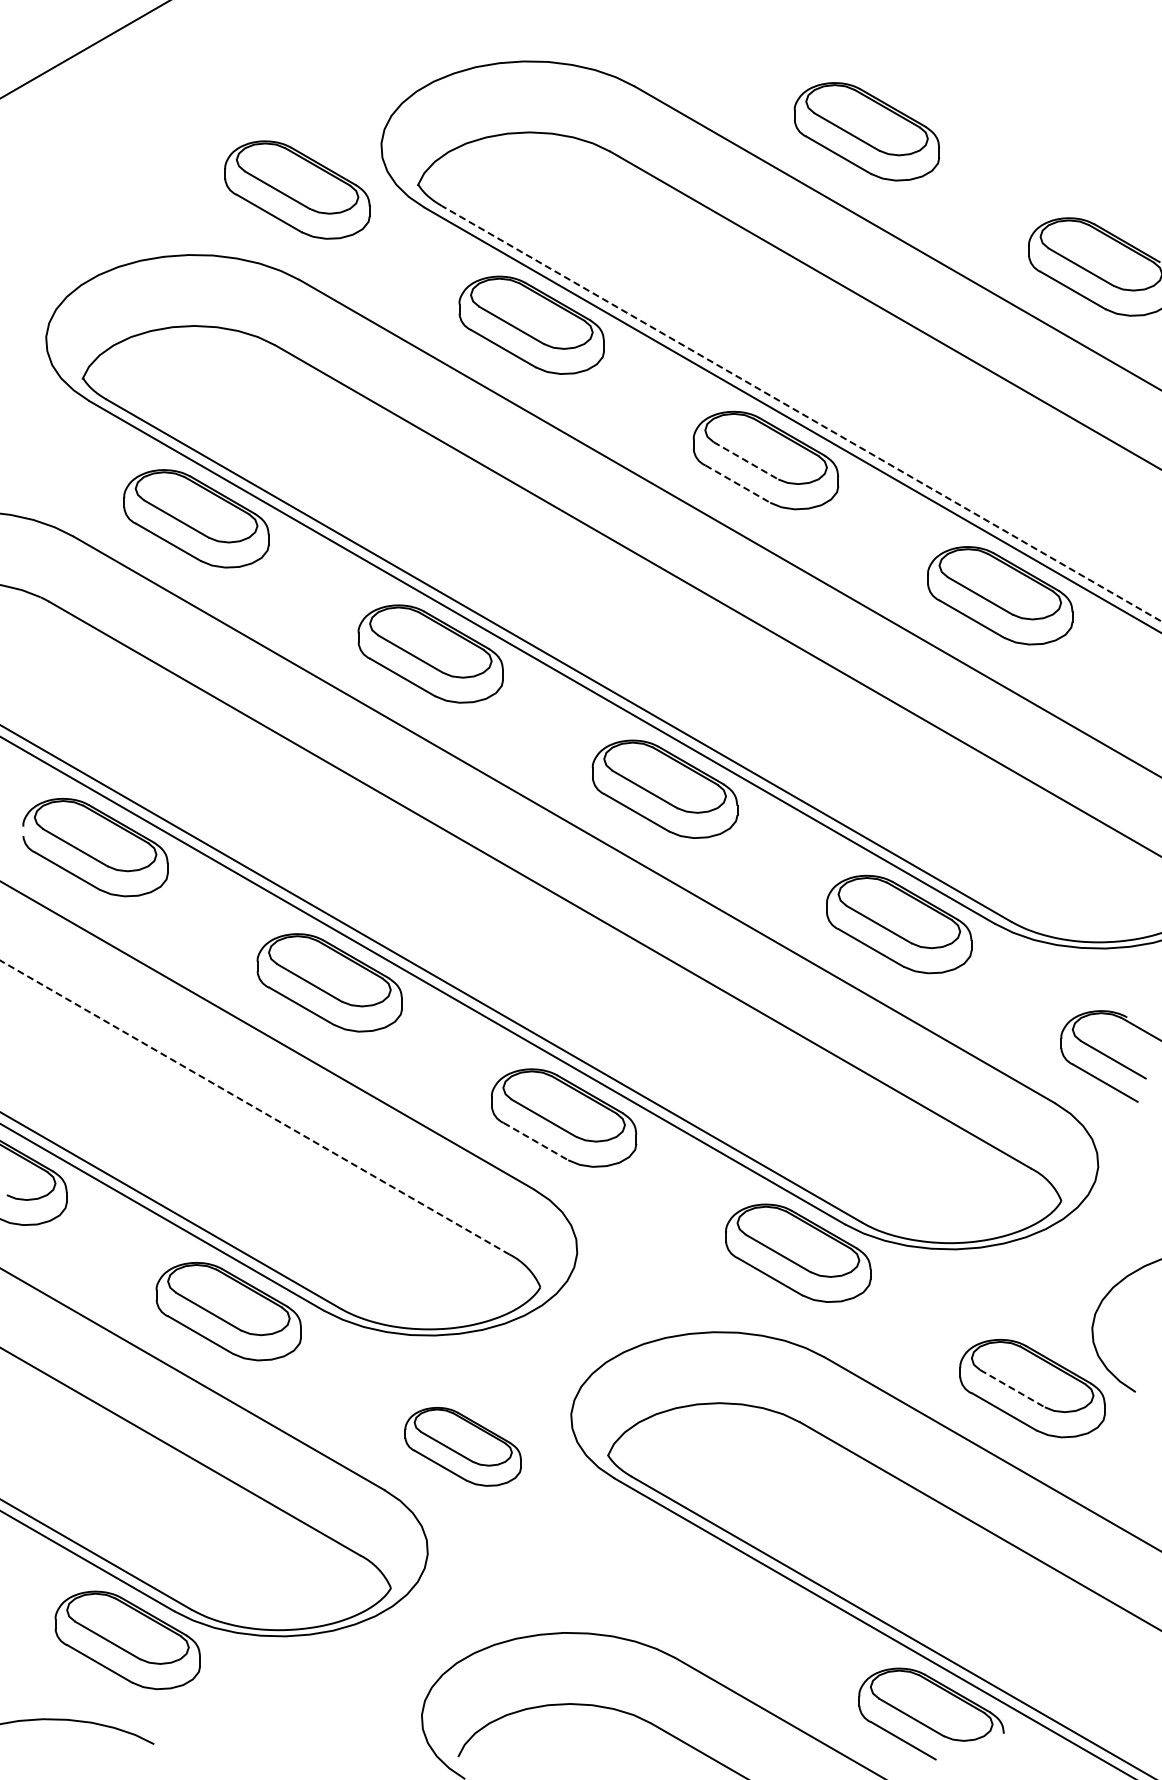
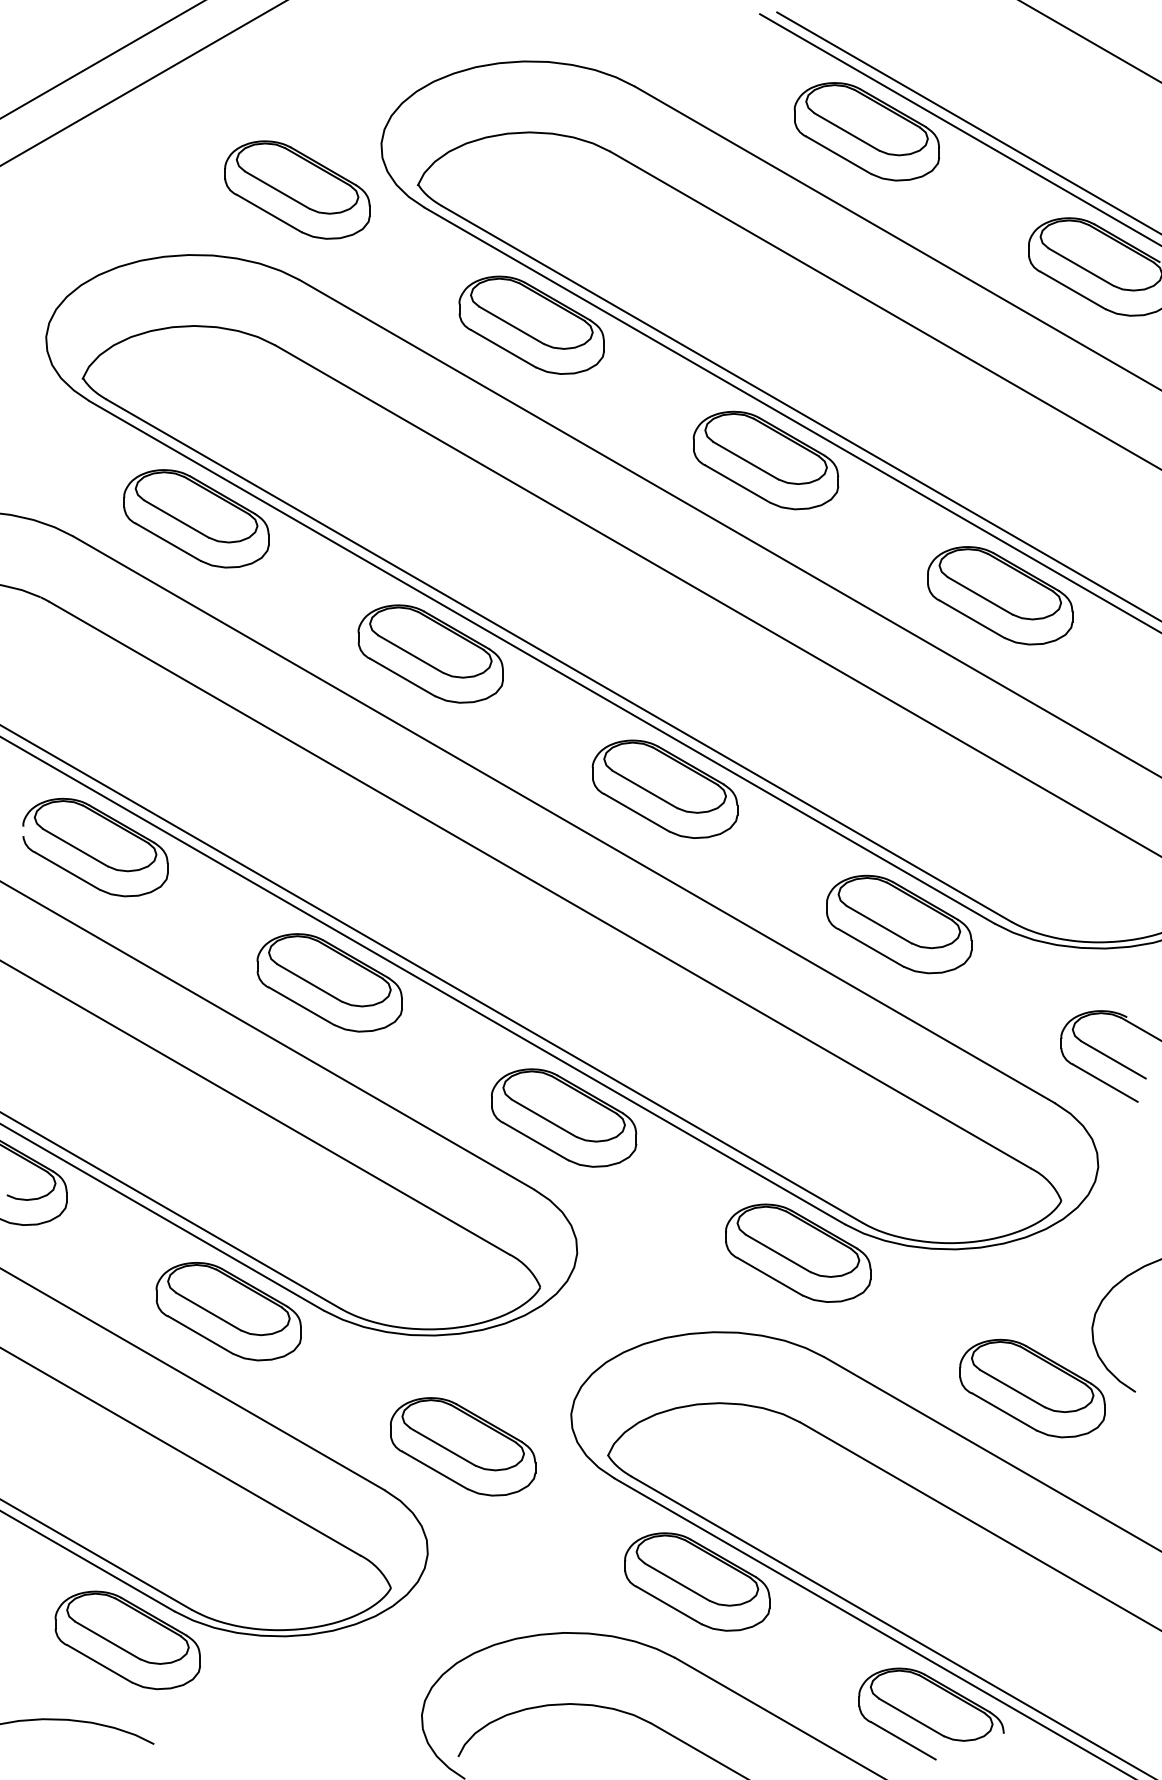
line at (1090, 41): none -> present
line at (84, 49) position: (84, 49) -> (102, 59)
line at (142, 83): none -> present
line at (967, 122): none -> present
line at (959, 129): none -> present
line at (801, 413): dashed -> solid
line at (746, 461): dashed -> solid
line at (738, 484): dashed -> solid
line at (255, 1107): dashed -> solid
line at (536, 1141): dashed -> solid
line at (1012, 1388): dashed -> solid
part at (462, 1446) size: 118x80 px -> 147x100 px
part at (697, 1581): none -> present
